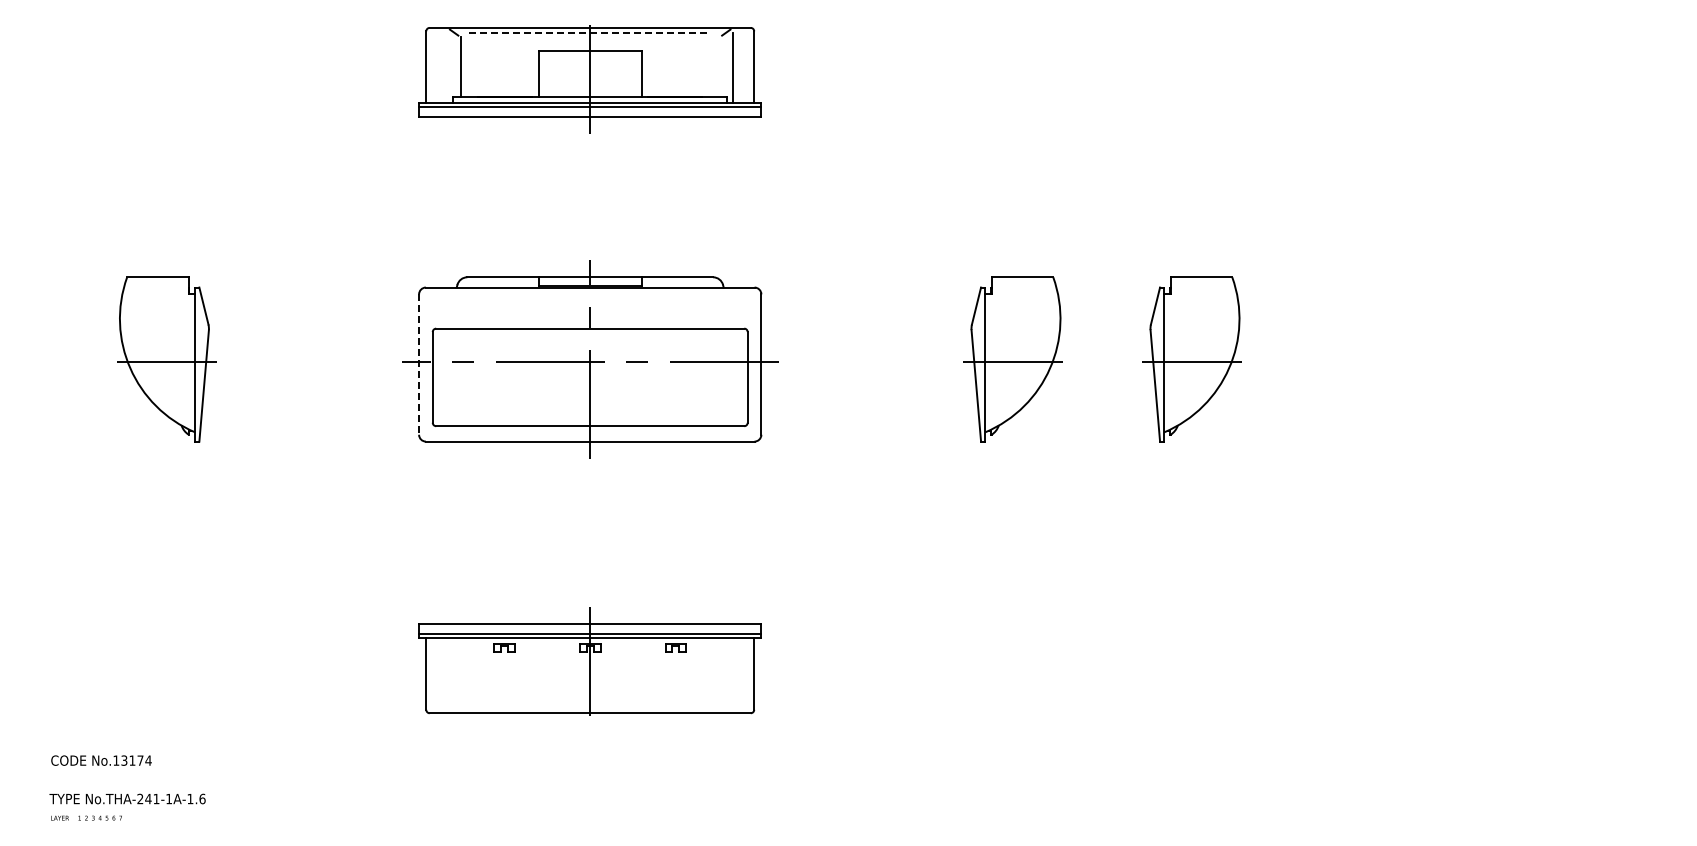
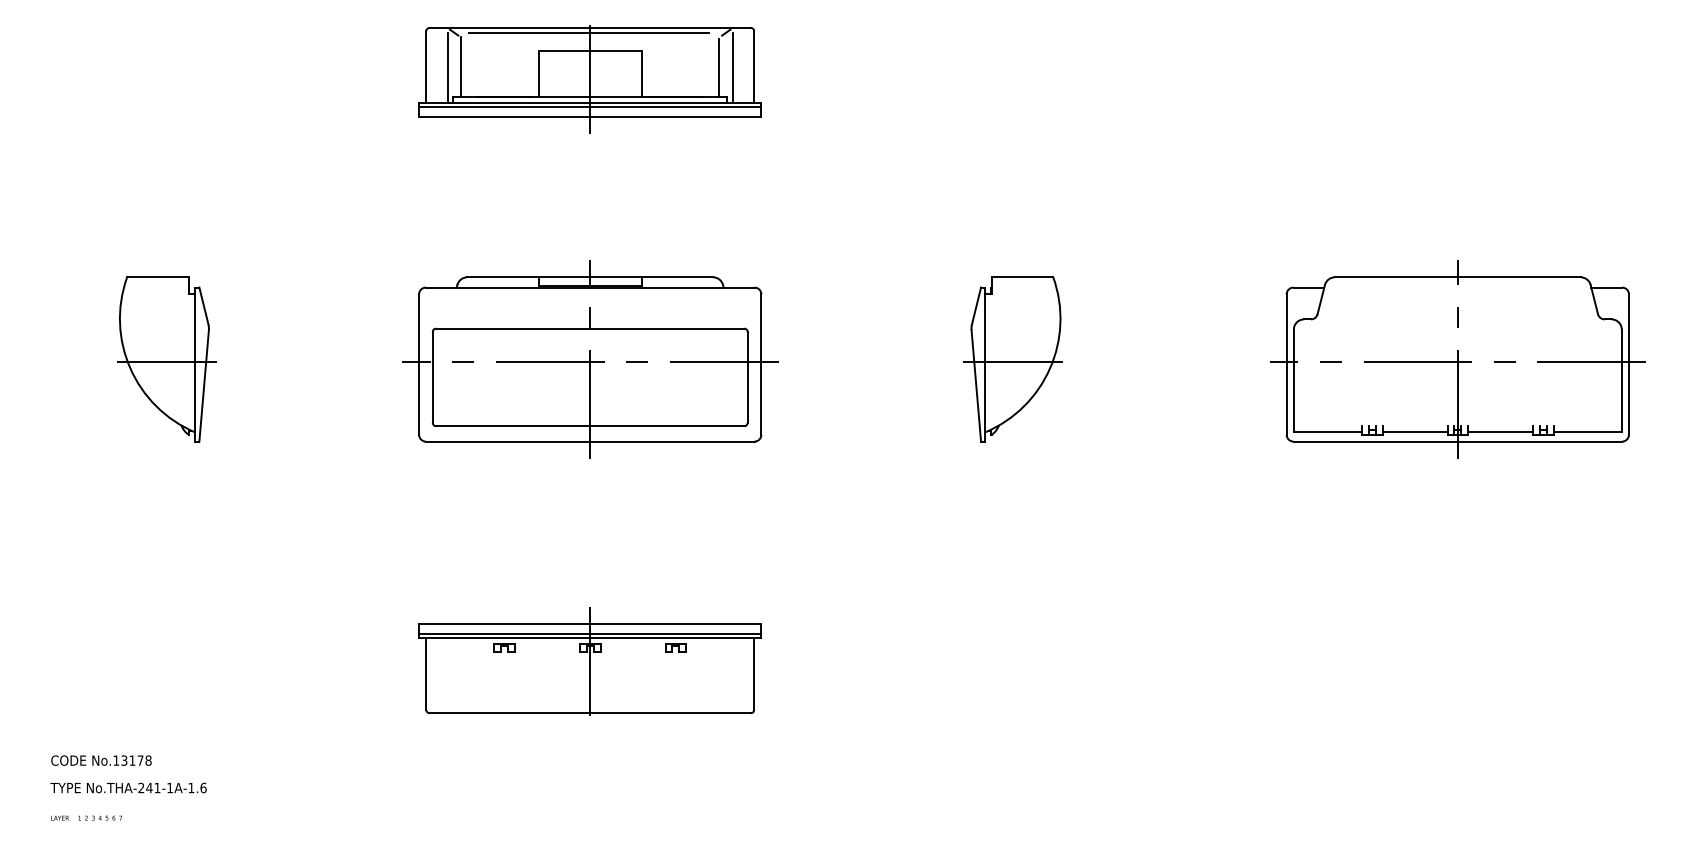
line at (588, 33): dashed -> solid
line at (719, 67): none -> present
line at (447, 68): none -> present
part at (1191, 359): present -> none
part at (1457, 359): none -> present
line at (419, 365): dashed -> solid
text at (148, 760): No.13174 -> No.13178
text at (127, 798) position: (127, 798) -> (128, 787)
